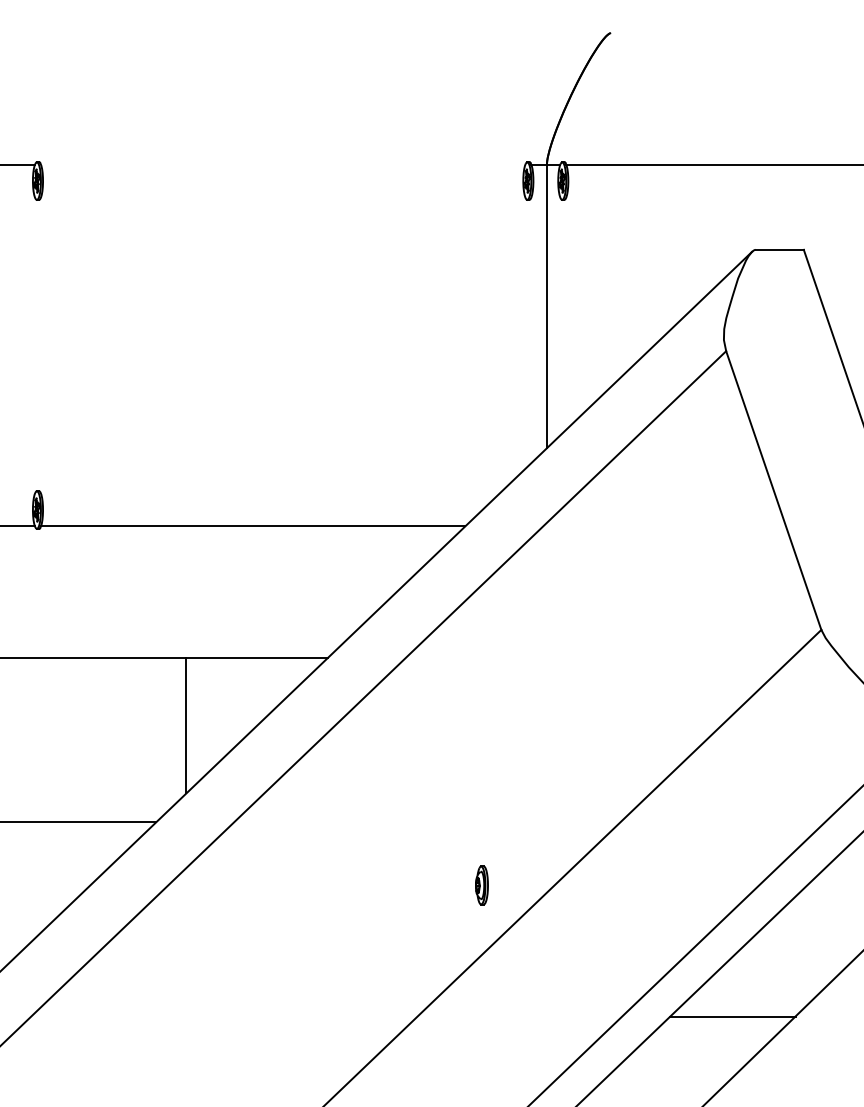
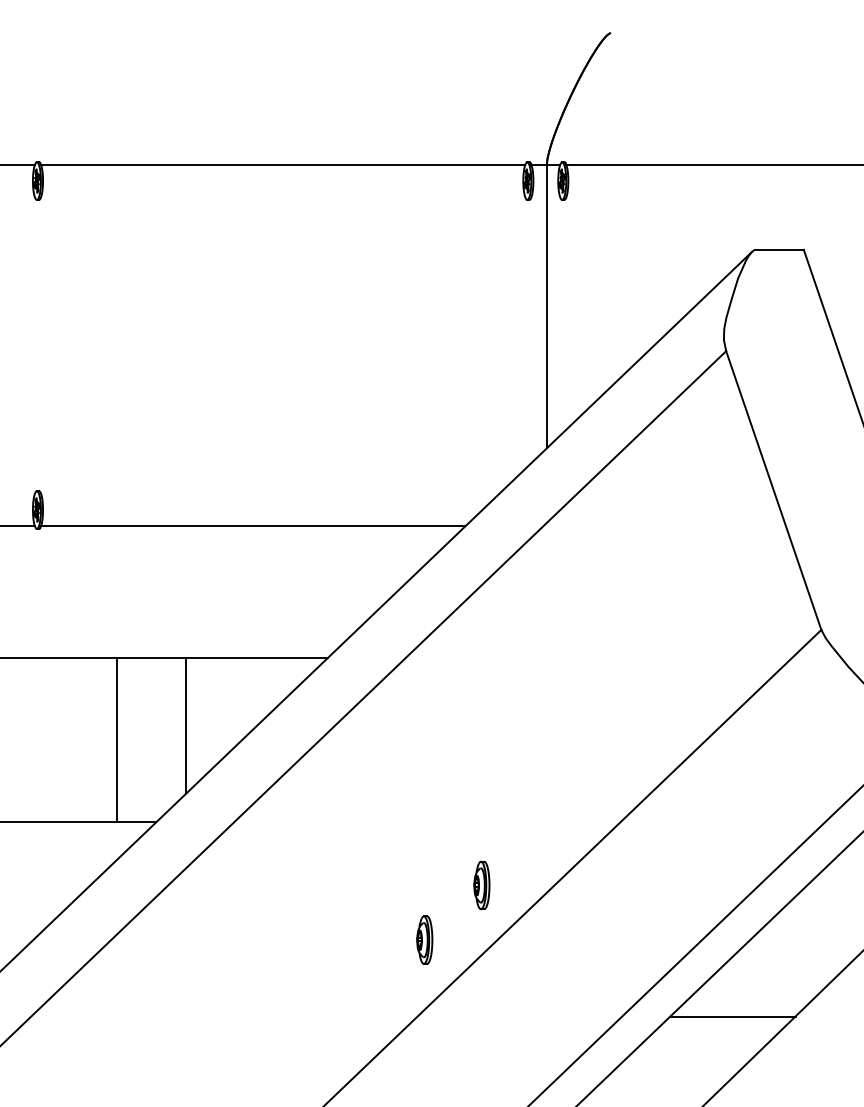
line at (283, 164): none -> present
line at (116, 740): none -> present
part at (481, 885) size: 14x41 px -> 18x51 px
part at (424, 939): none -> present
